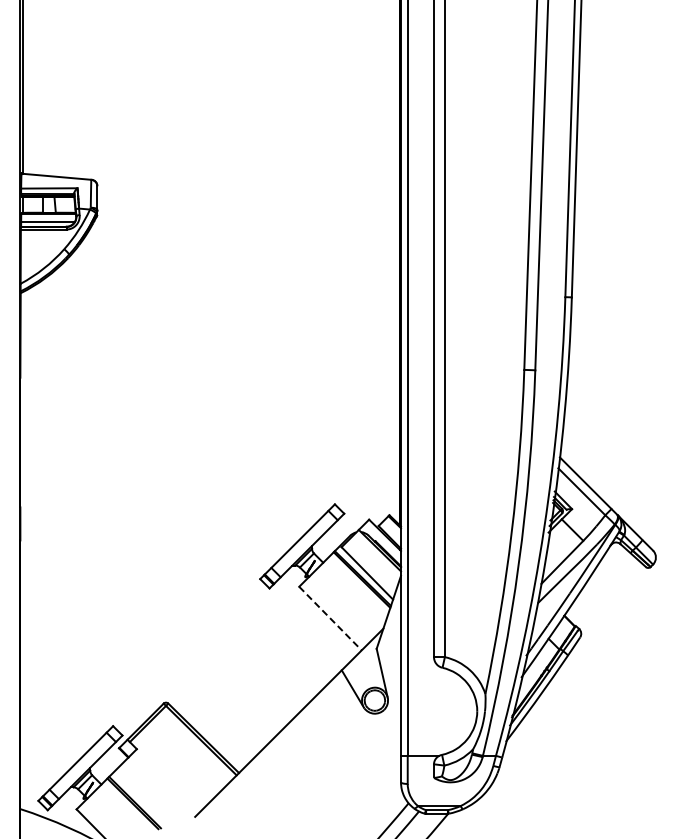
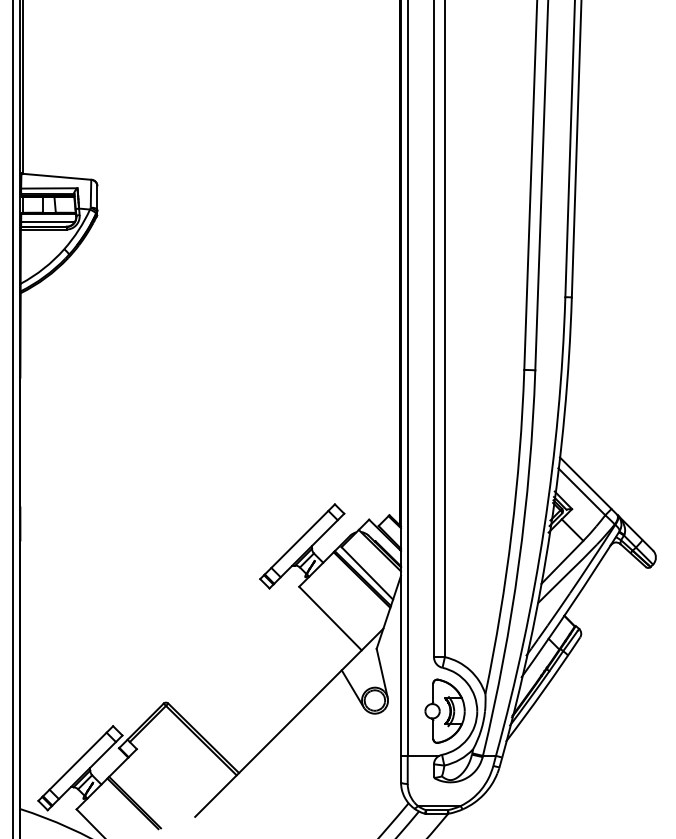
line at (13, 418): none -> present
line at (330, 618): dashed -> solid
part at (444, 710): none -> present
